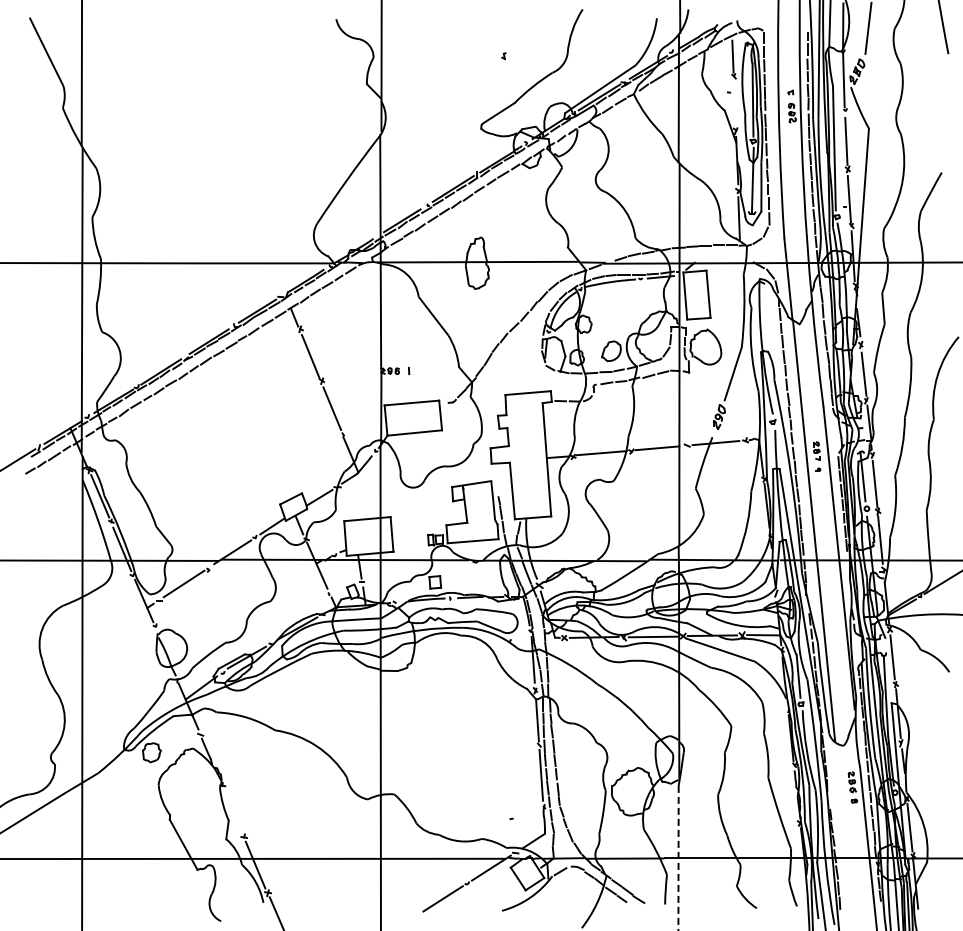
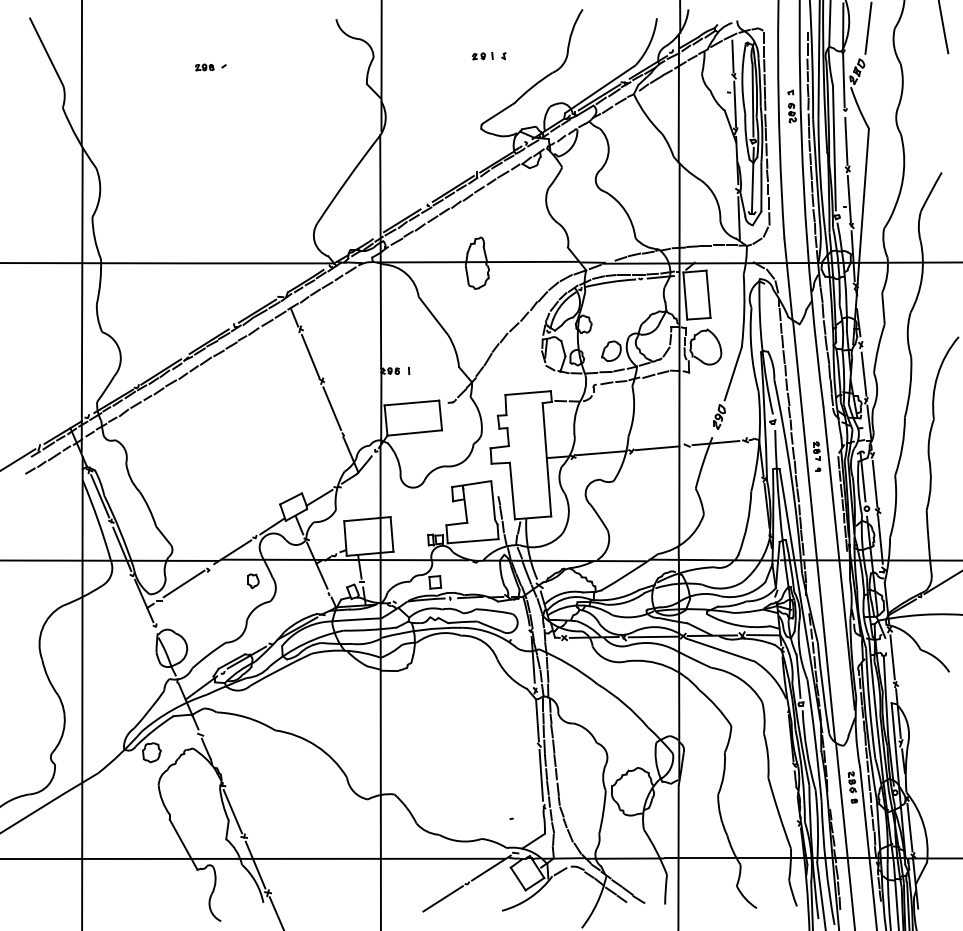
part at (482, 56): none -> present
part at (210, 67): none -> present
line at (735, 104): none -> present
part at (253, 581): none -> present
line at (232, 811): none -> present
line at (845, 835): none -> present
line at (678, 858): dashed -> solid
